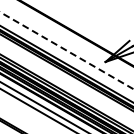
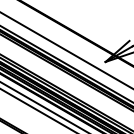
line at (67, 50): dashed -> solid
